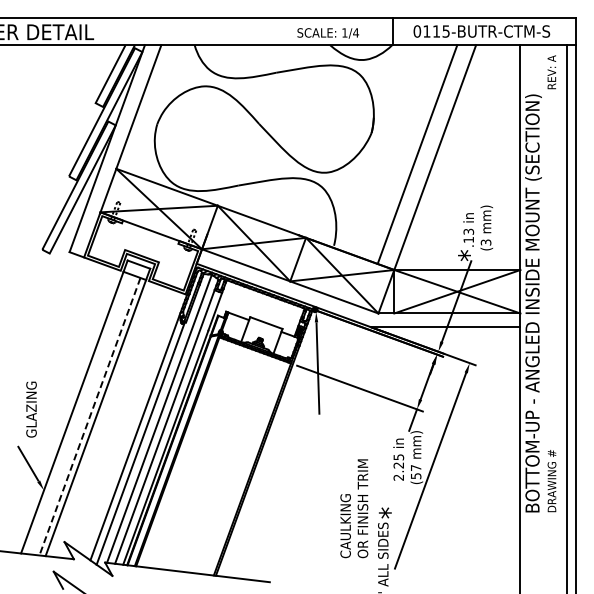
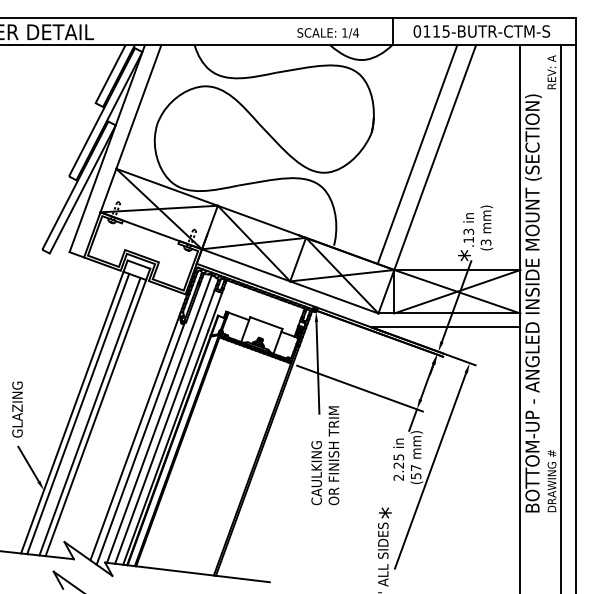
line at (567, 317) position: (567, 317) -> (561, 317)
text at (31, 409) position: (31, 409) -> (17, 409)
line at (78, 413): none -> present
line at (89, 416): dashed -> solid
text at (354, 508) position: (354, 508) -> (325, 455)
